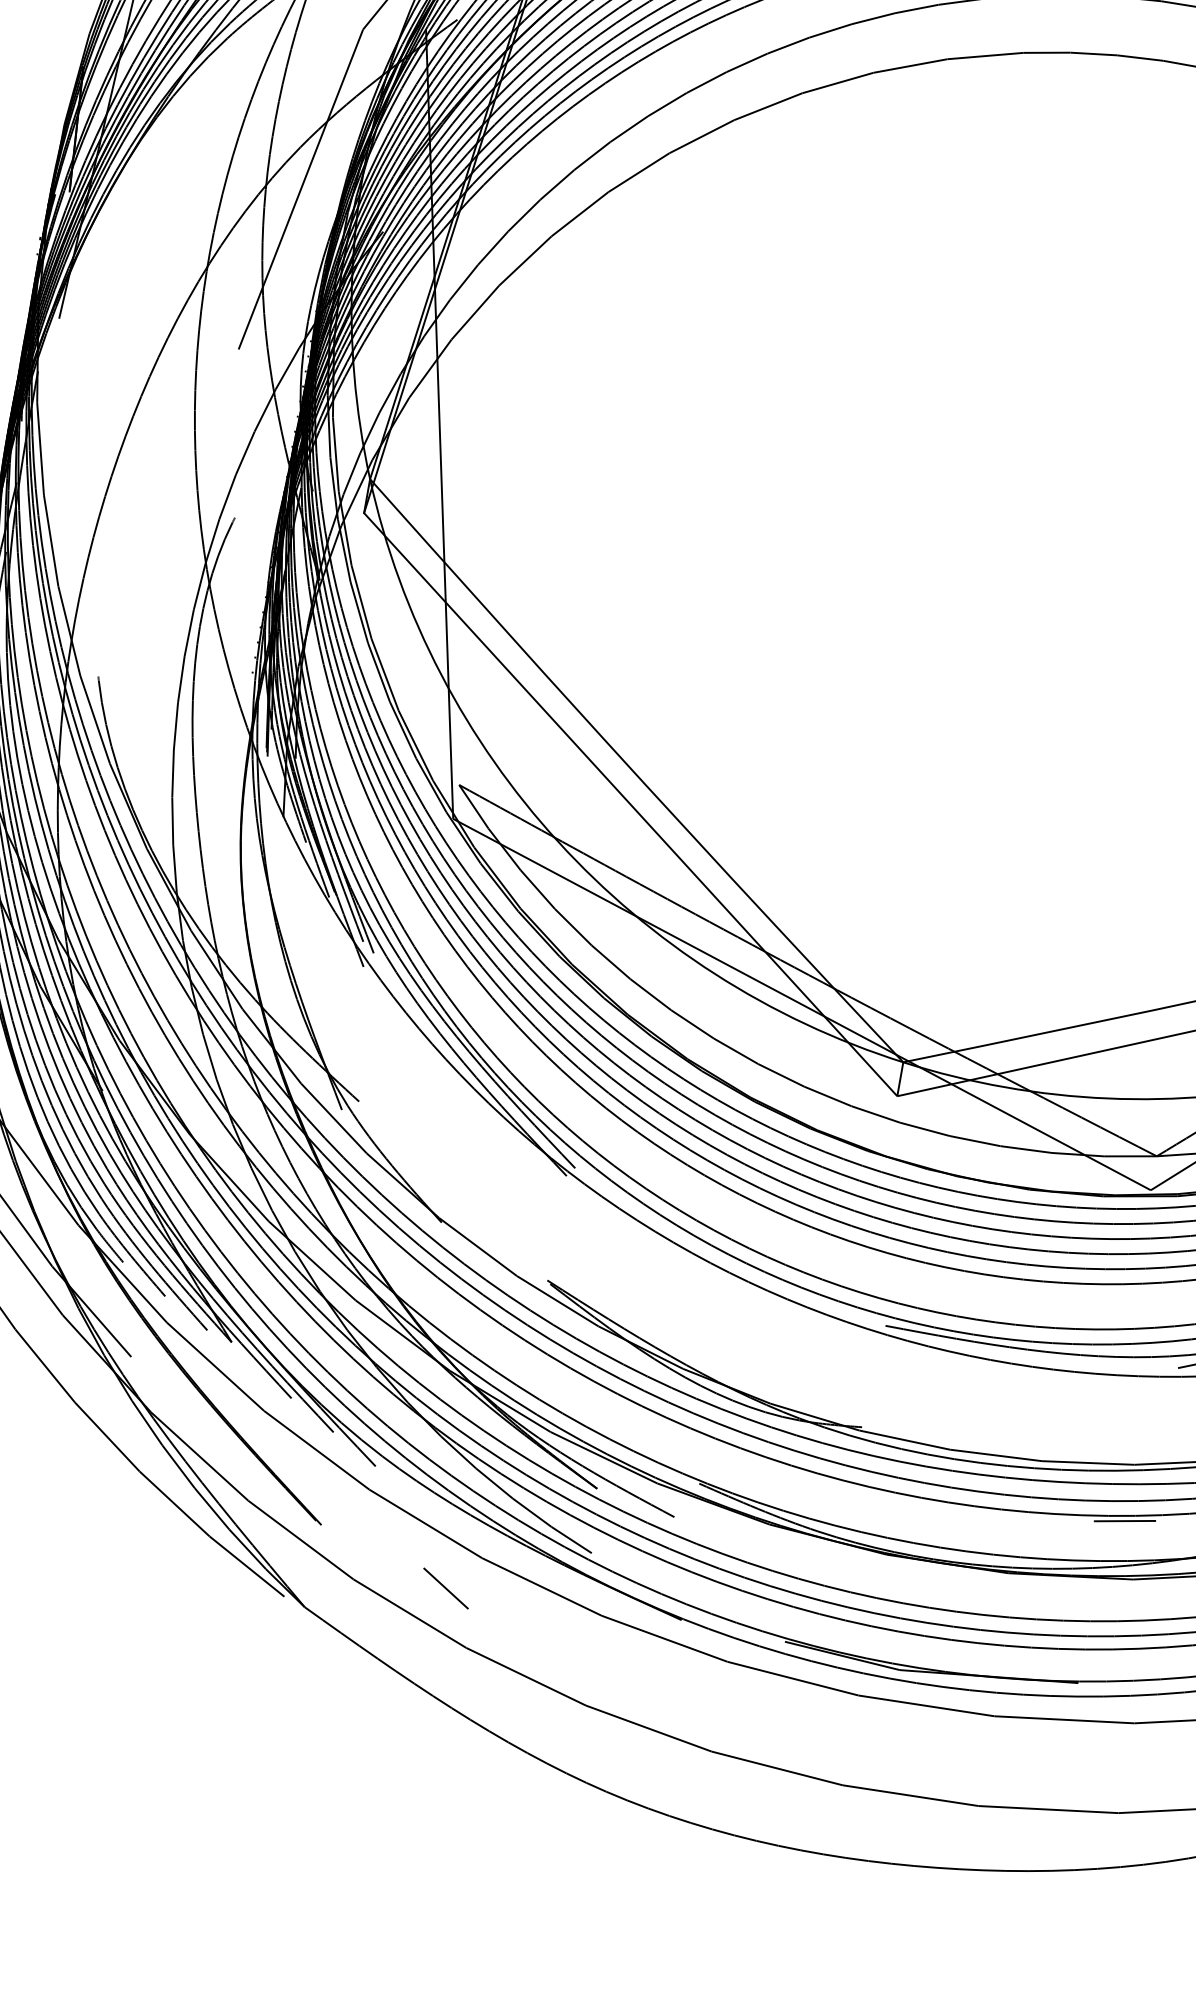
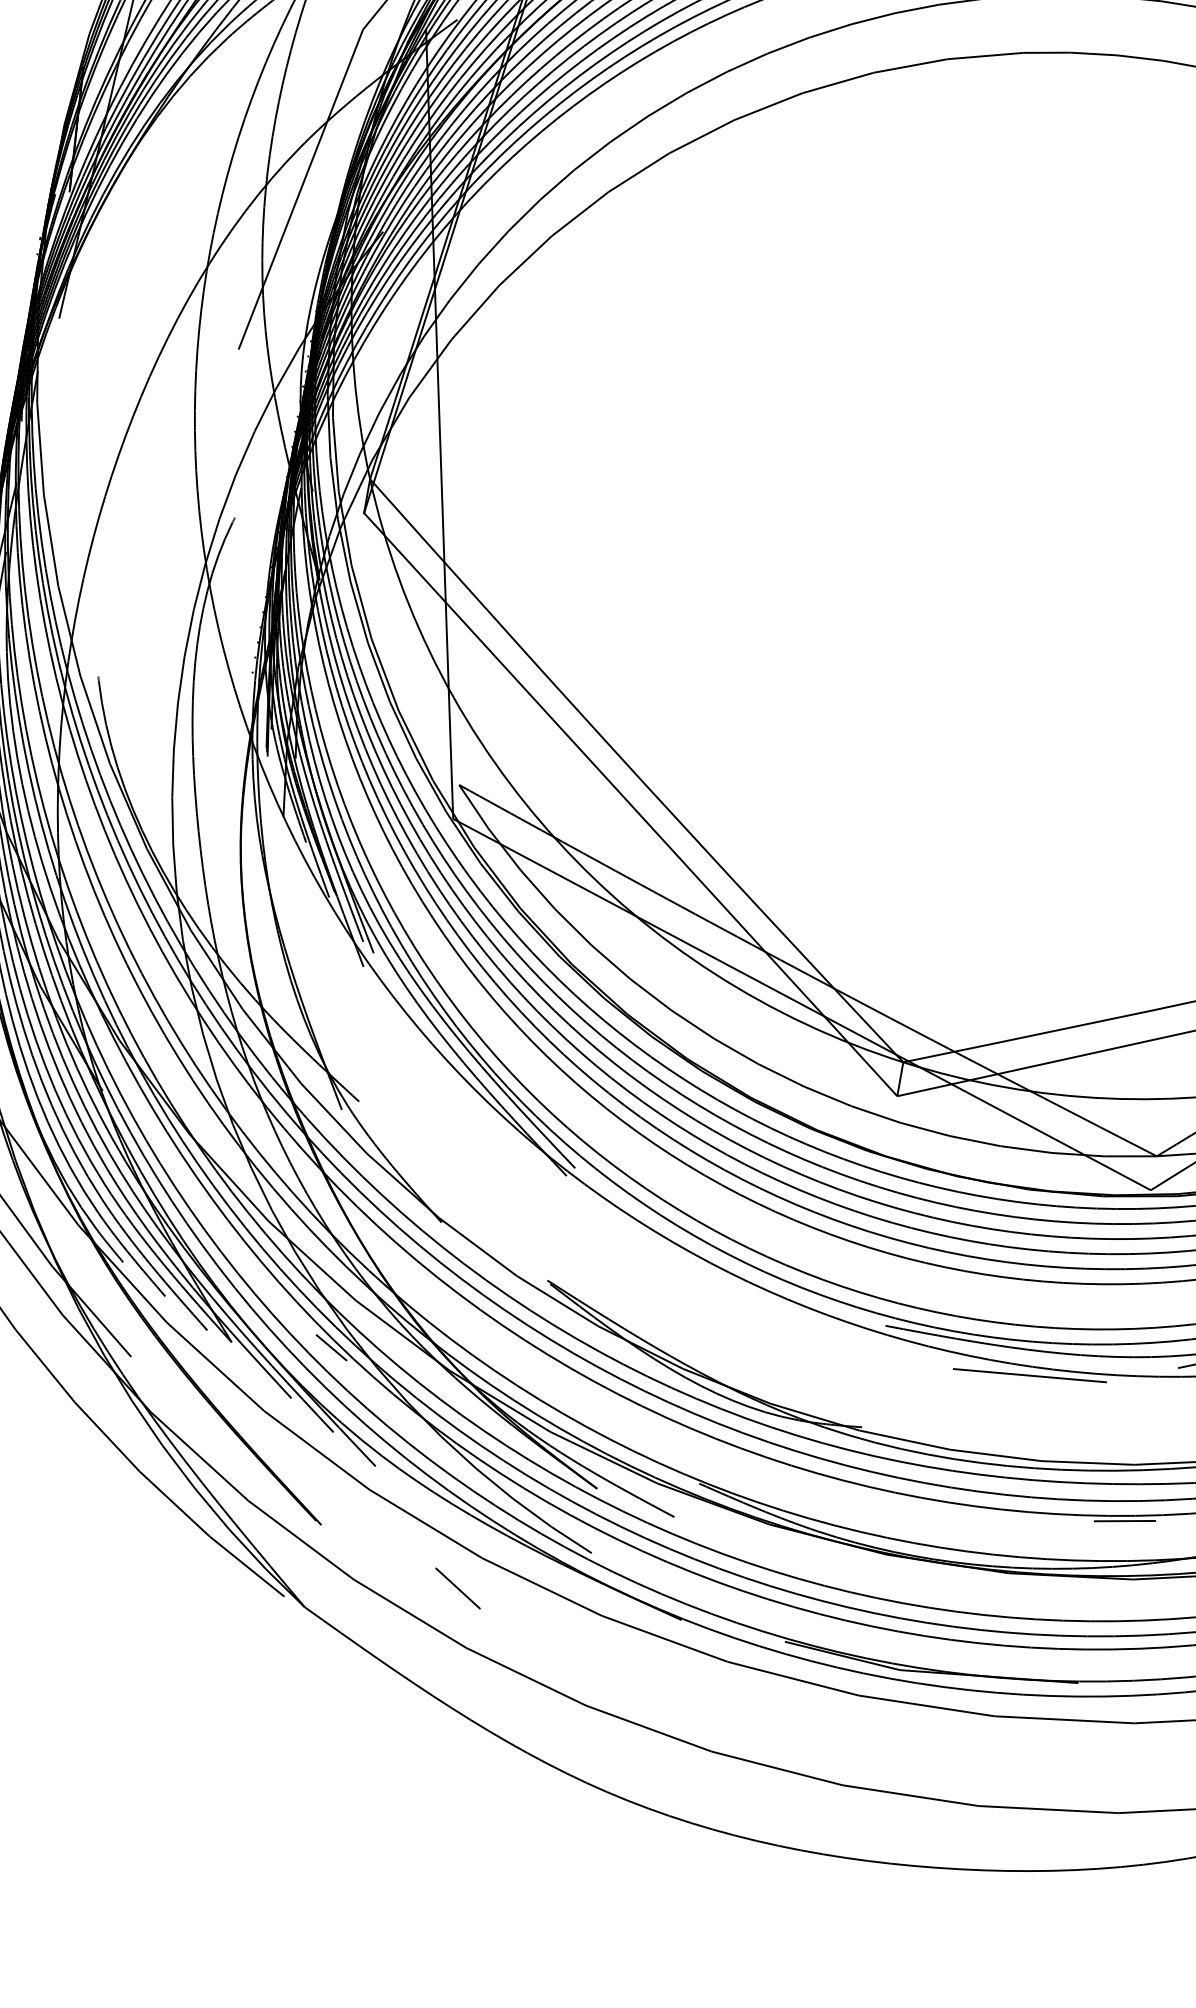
line at (331, 1347): none -> present
line at (1029, 1375): none -> present
line at (445, 1588) position: (445, 1588) -> (457, 1588)
